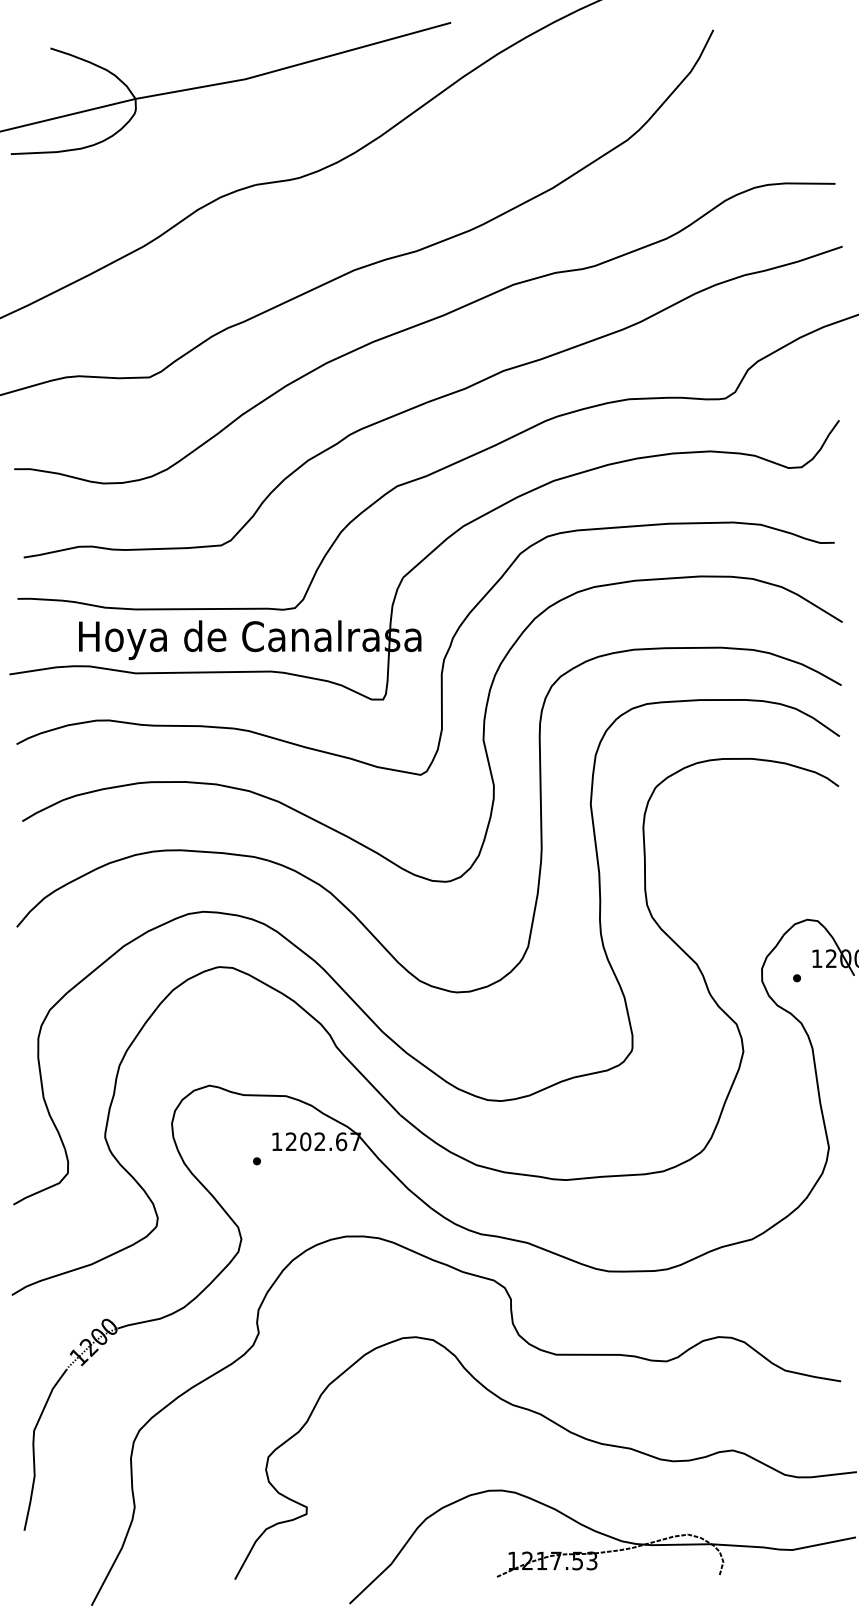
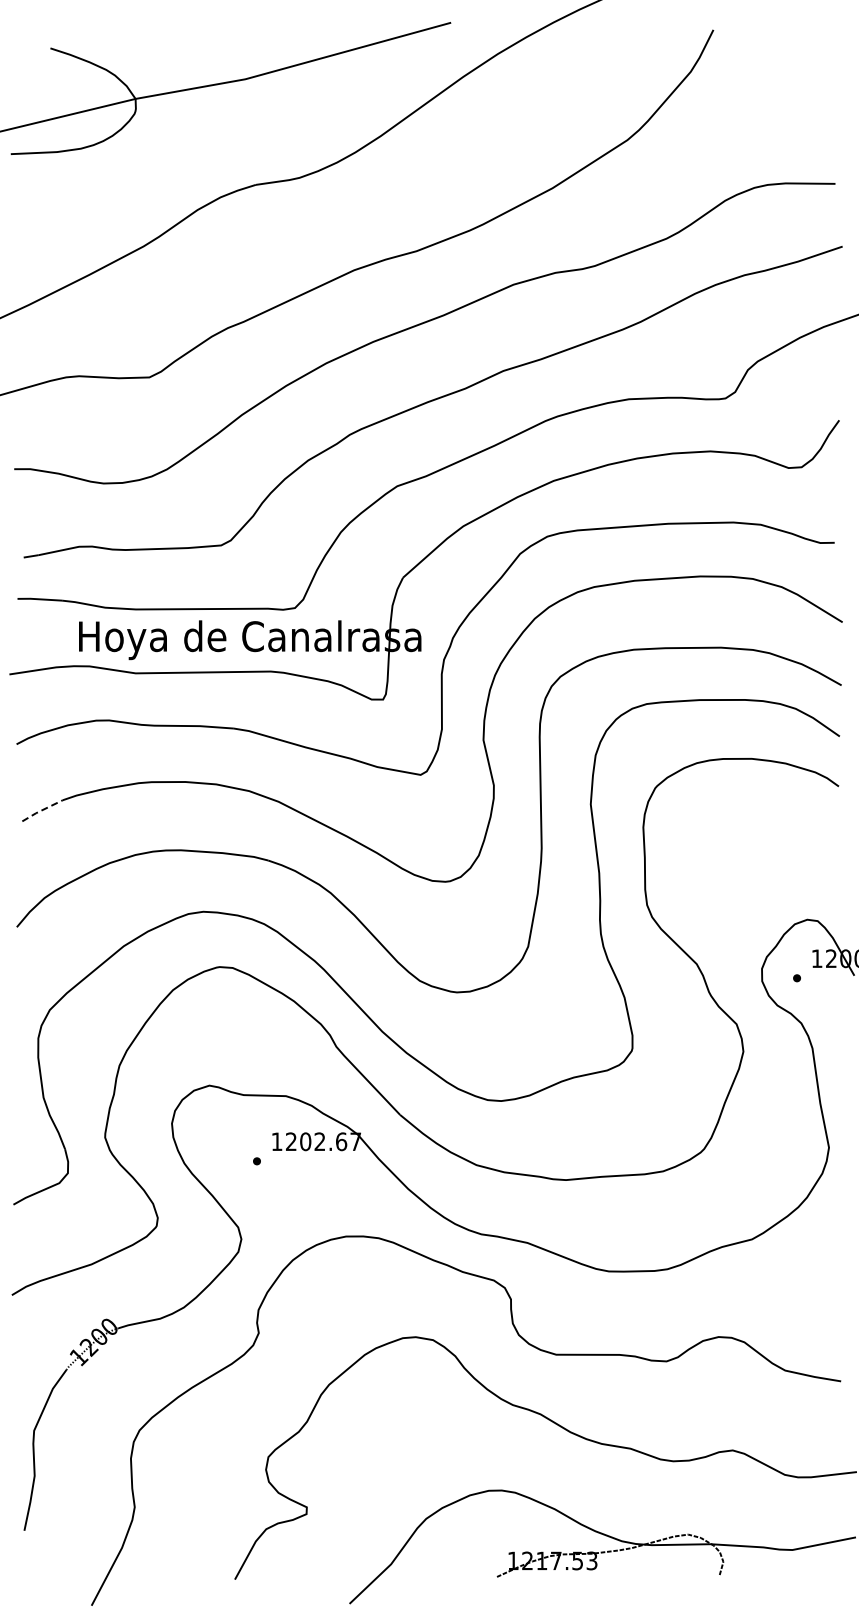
line at (42, 810): solid -> dashed
